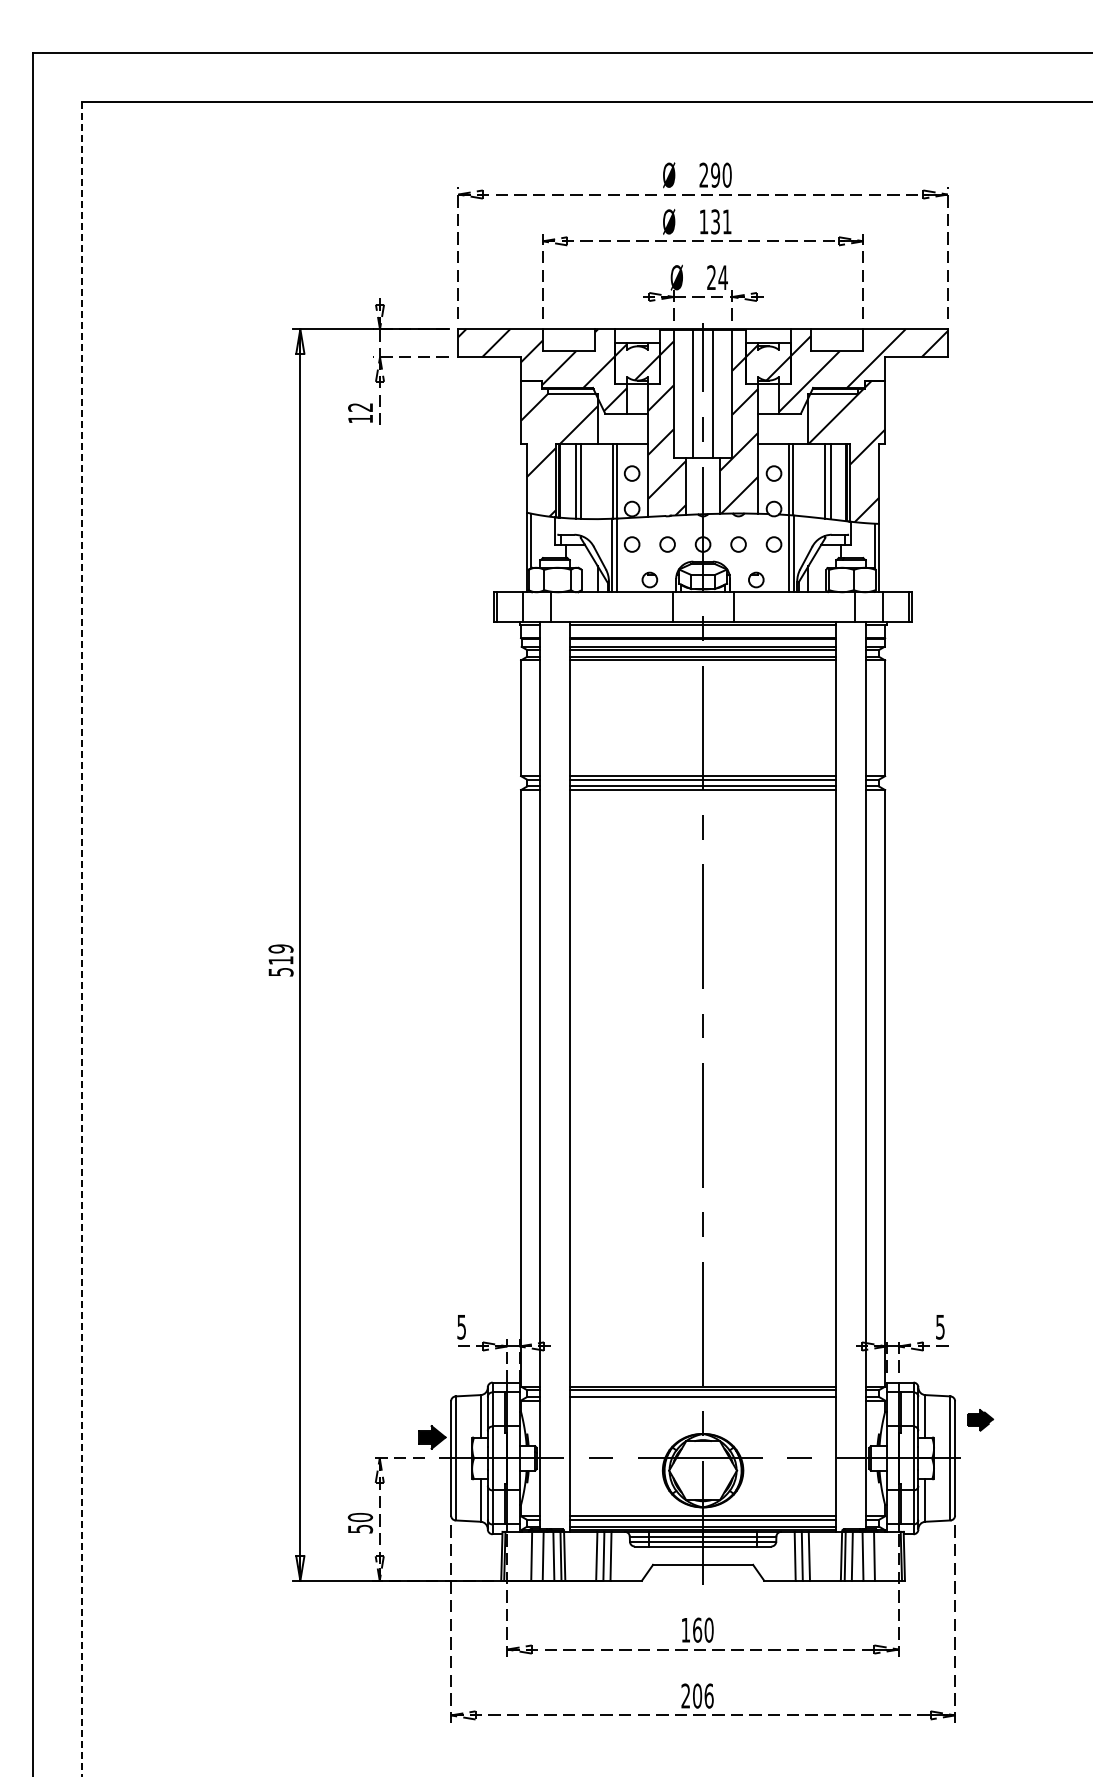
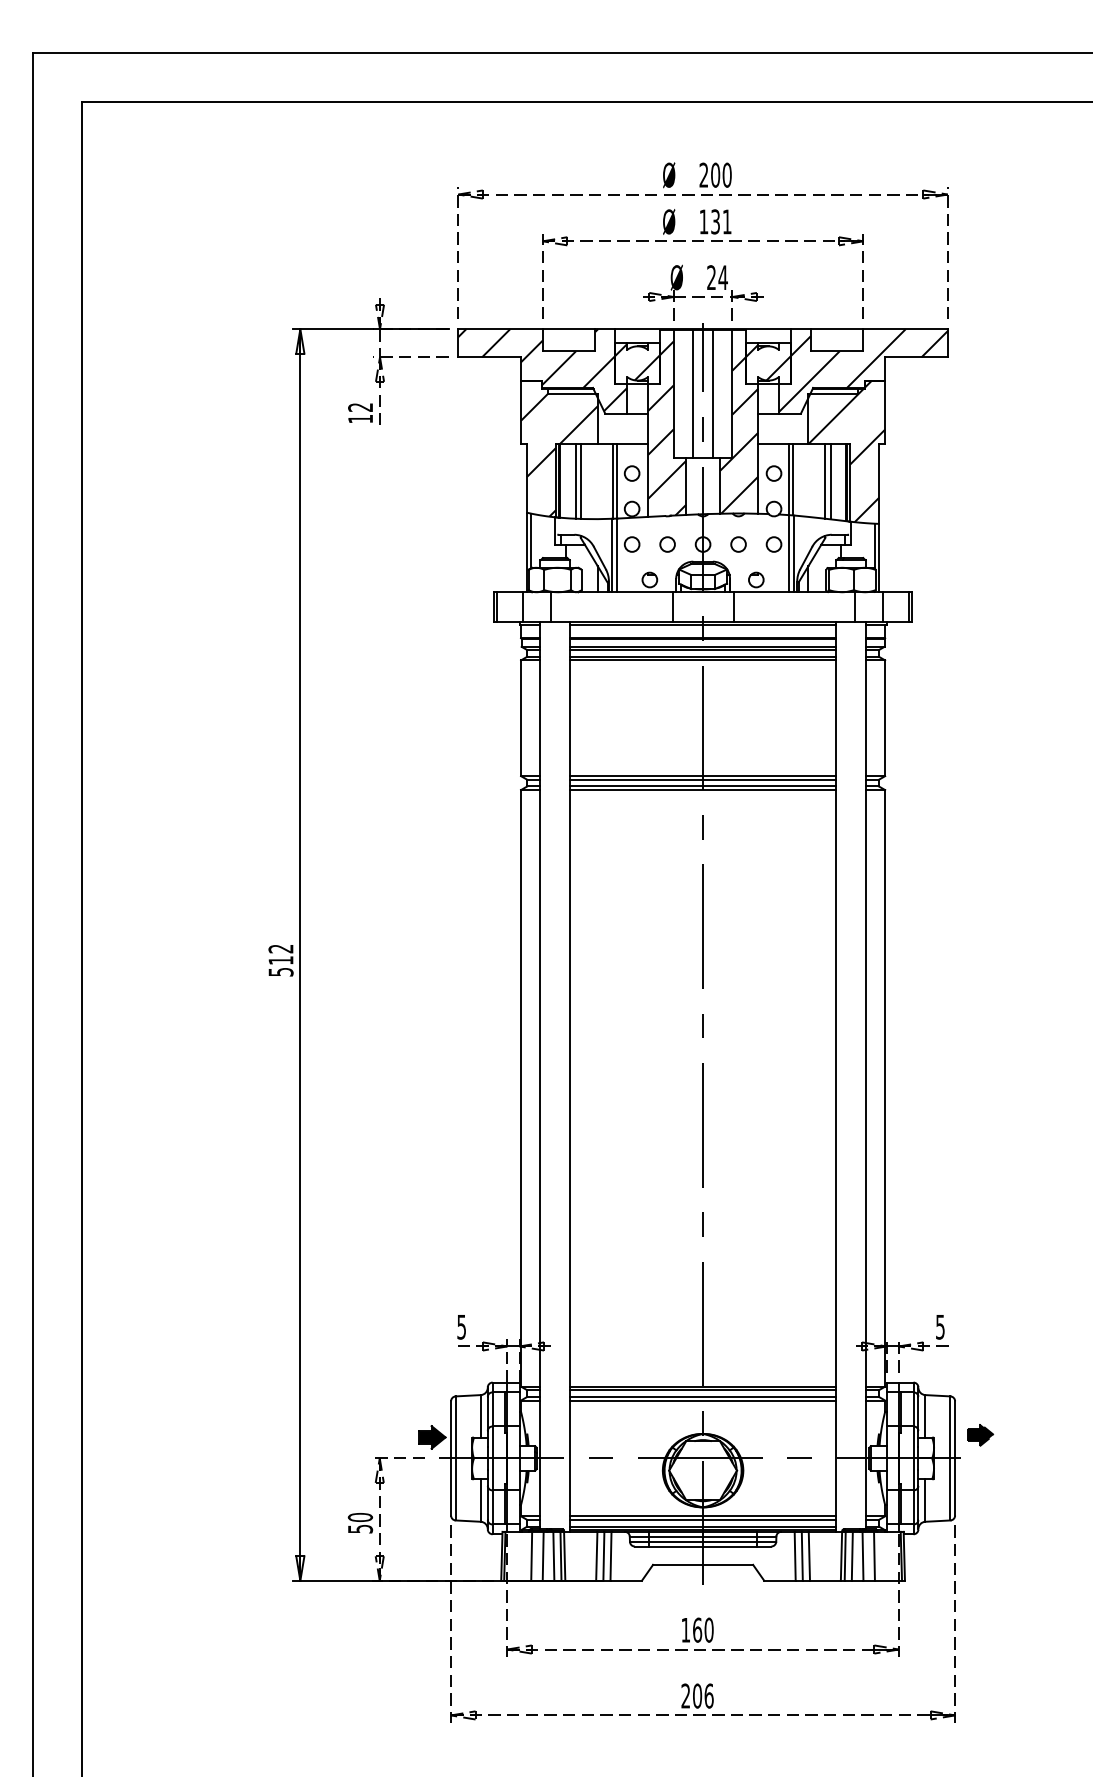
text at (715, 174): 290 -> 200
line at (81, 939): dashed -> solid
text at (280, 948): 519 -> 512
line at (702, 1400): none -> present
part at (980, 1420) position: (980, 1420) -> (980, 1435)
